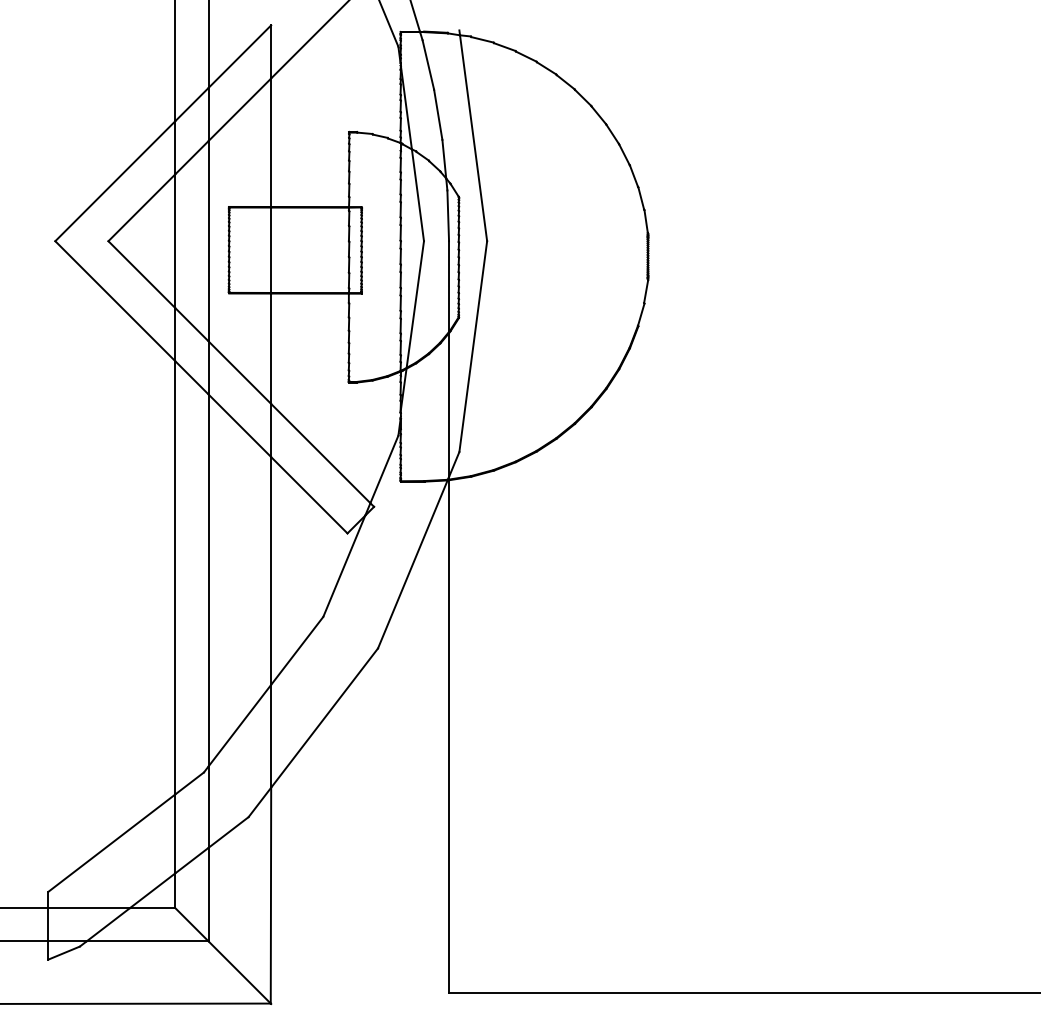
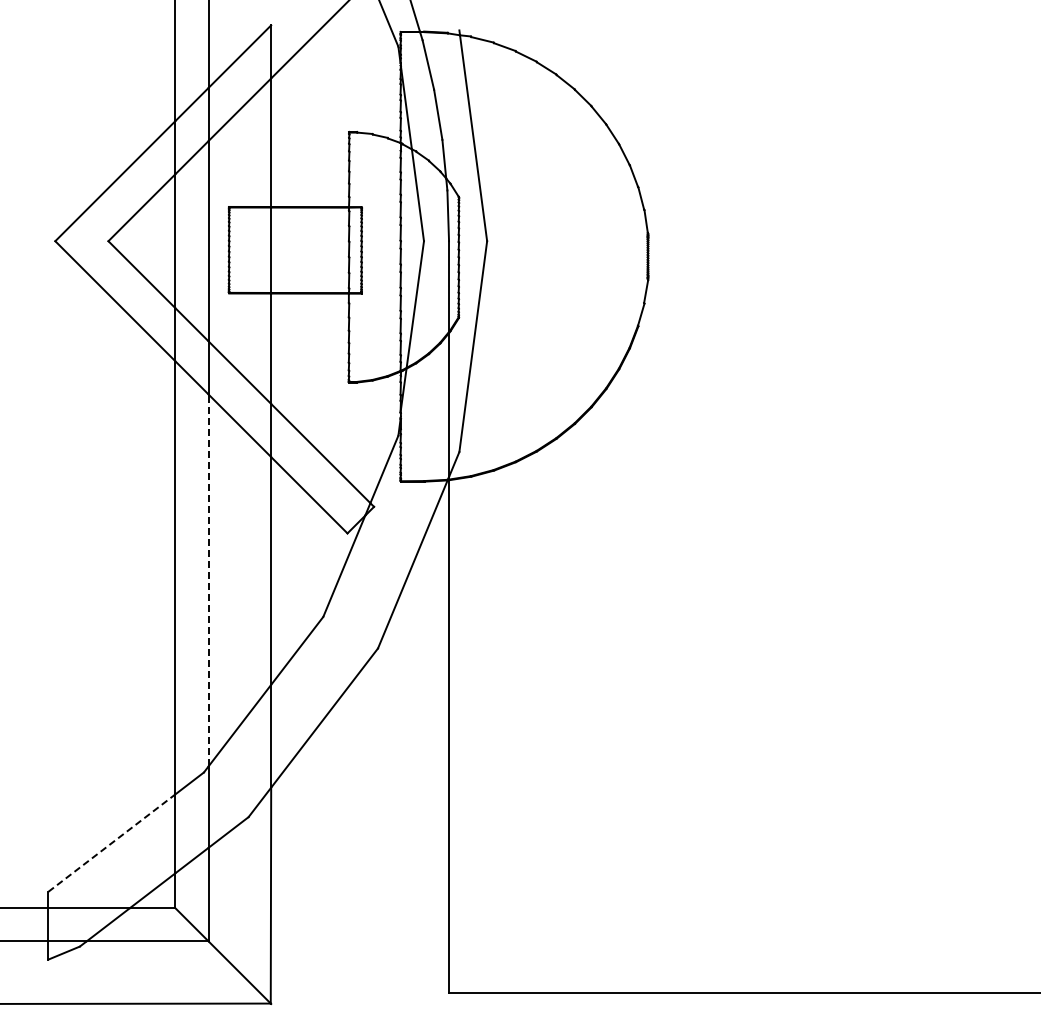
line at (208, 580): solid -> dashed
line at (112, 842): solid -> dashed
